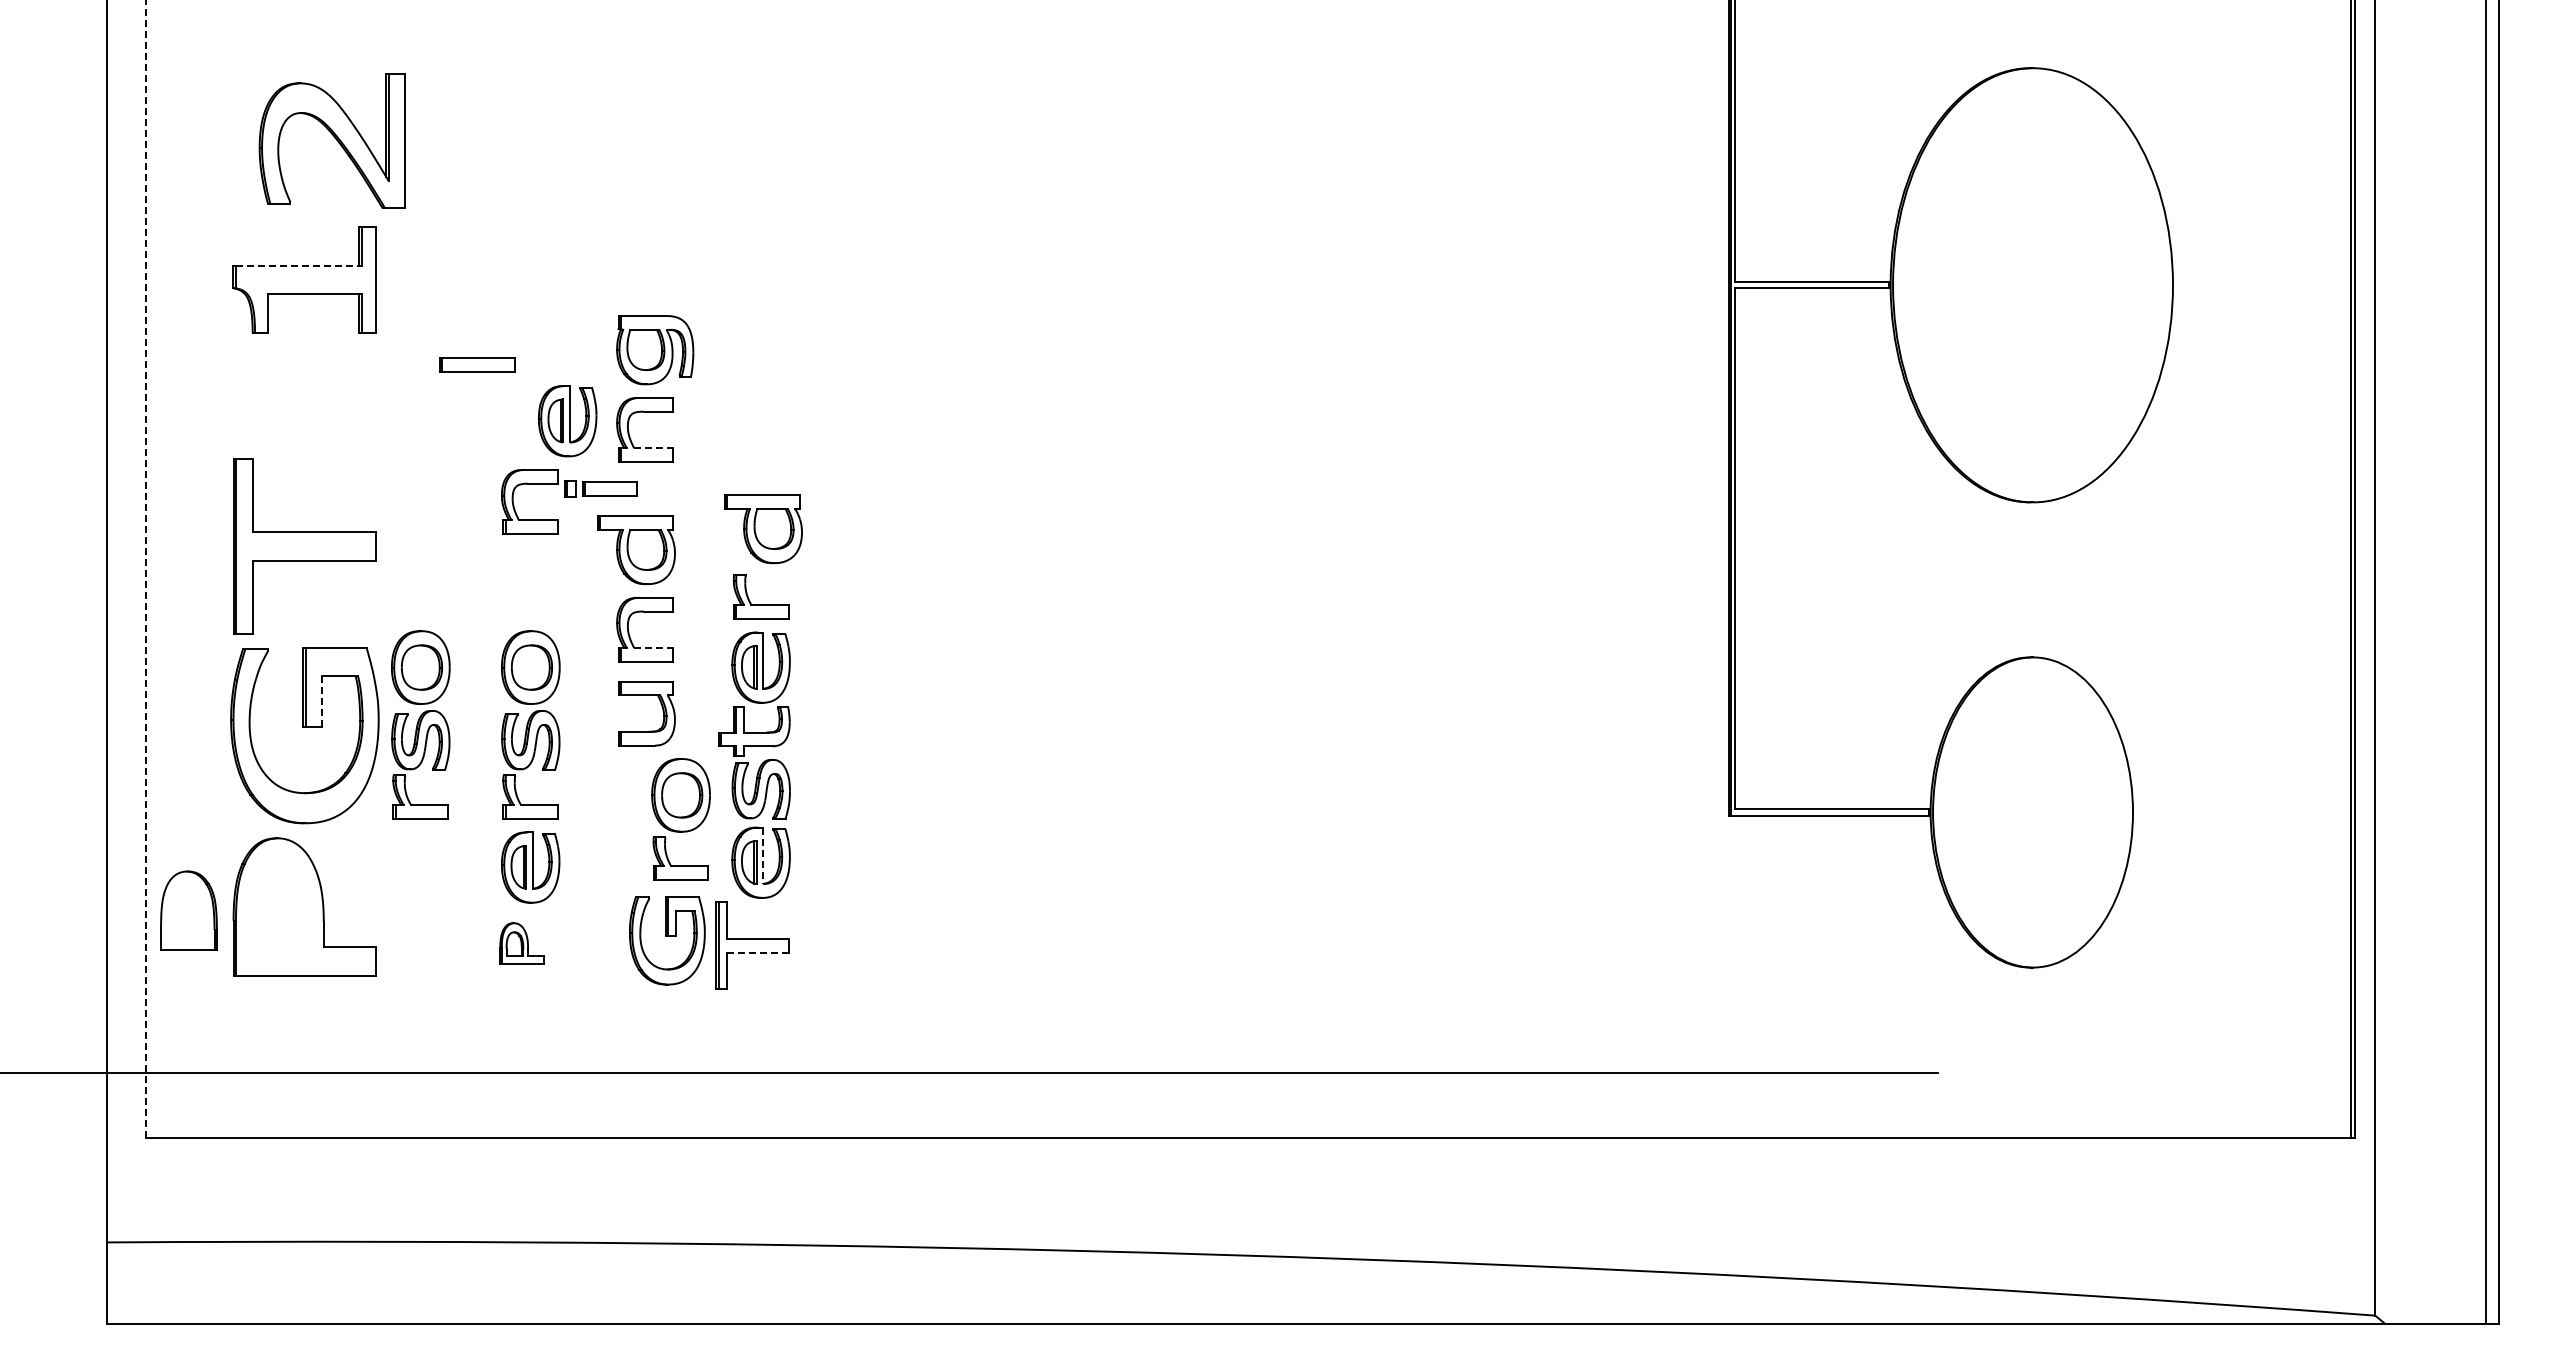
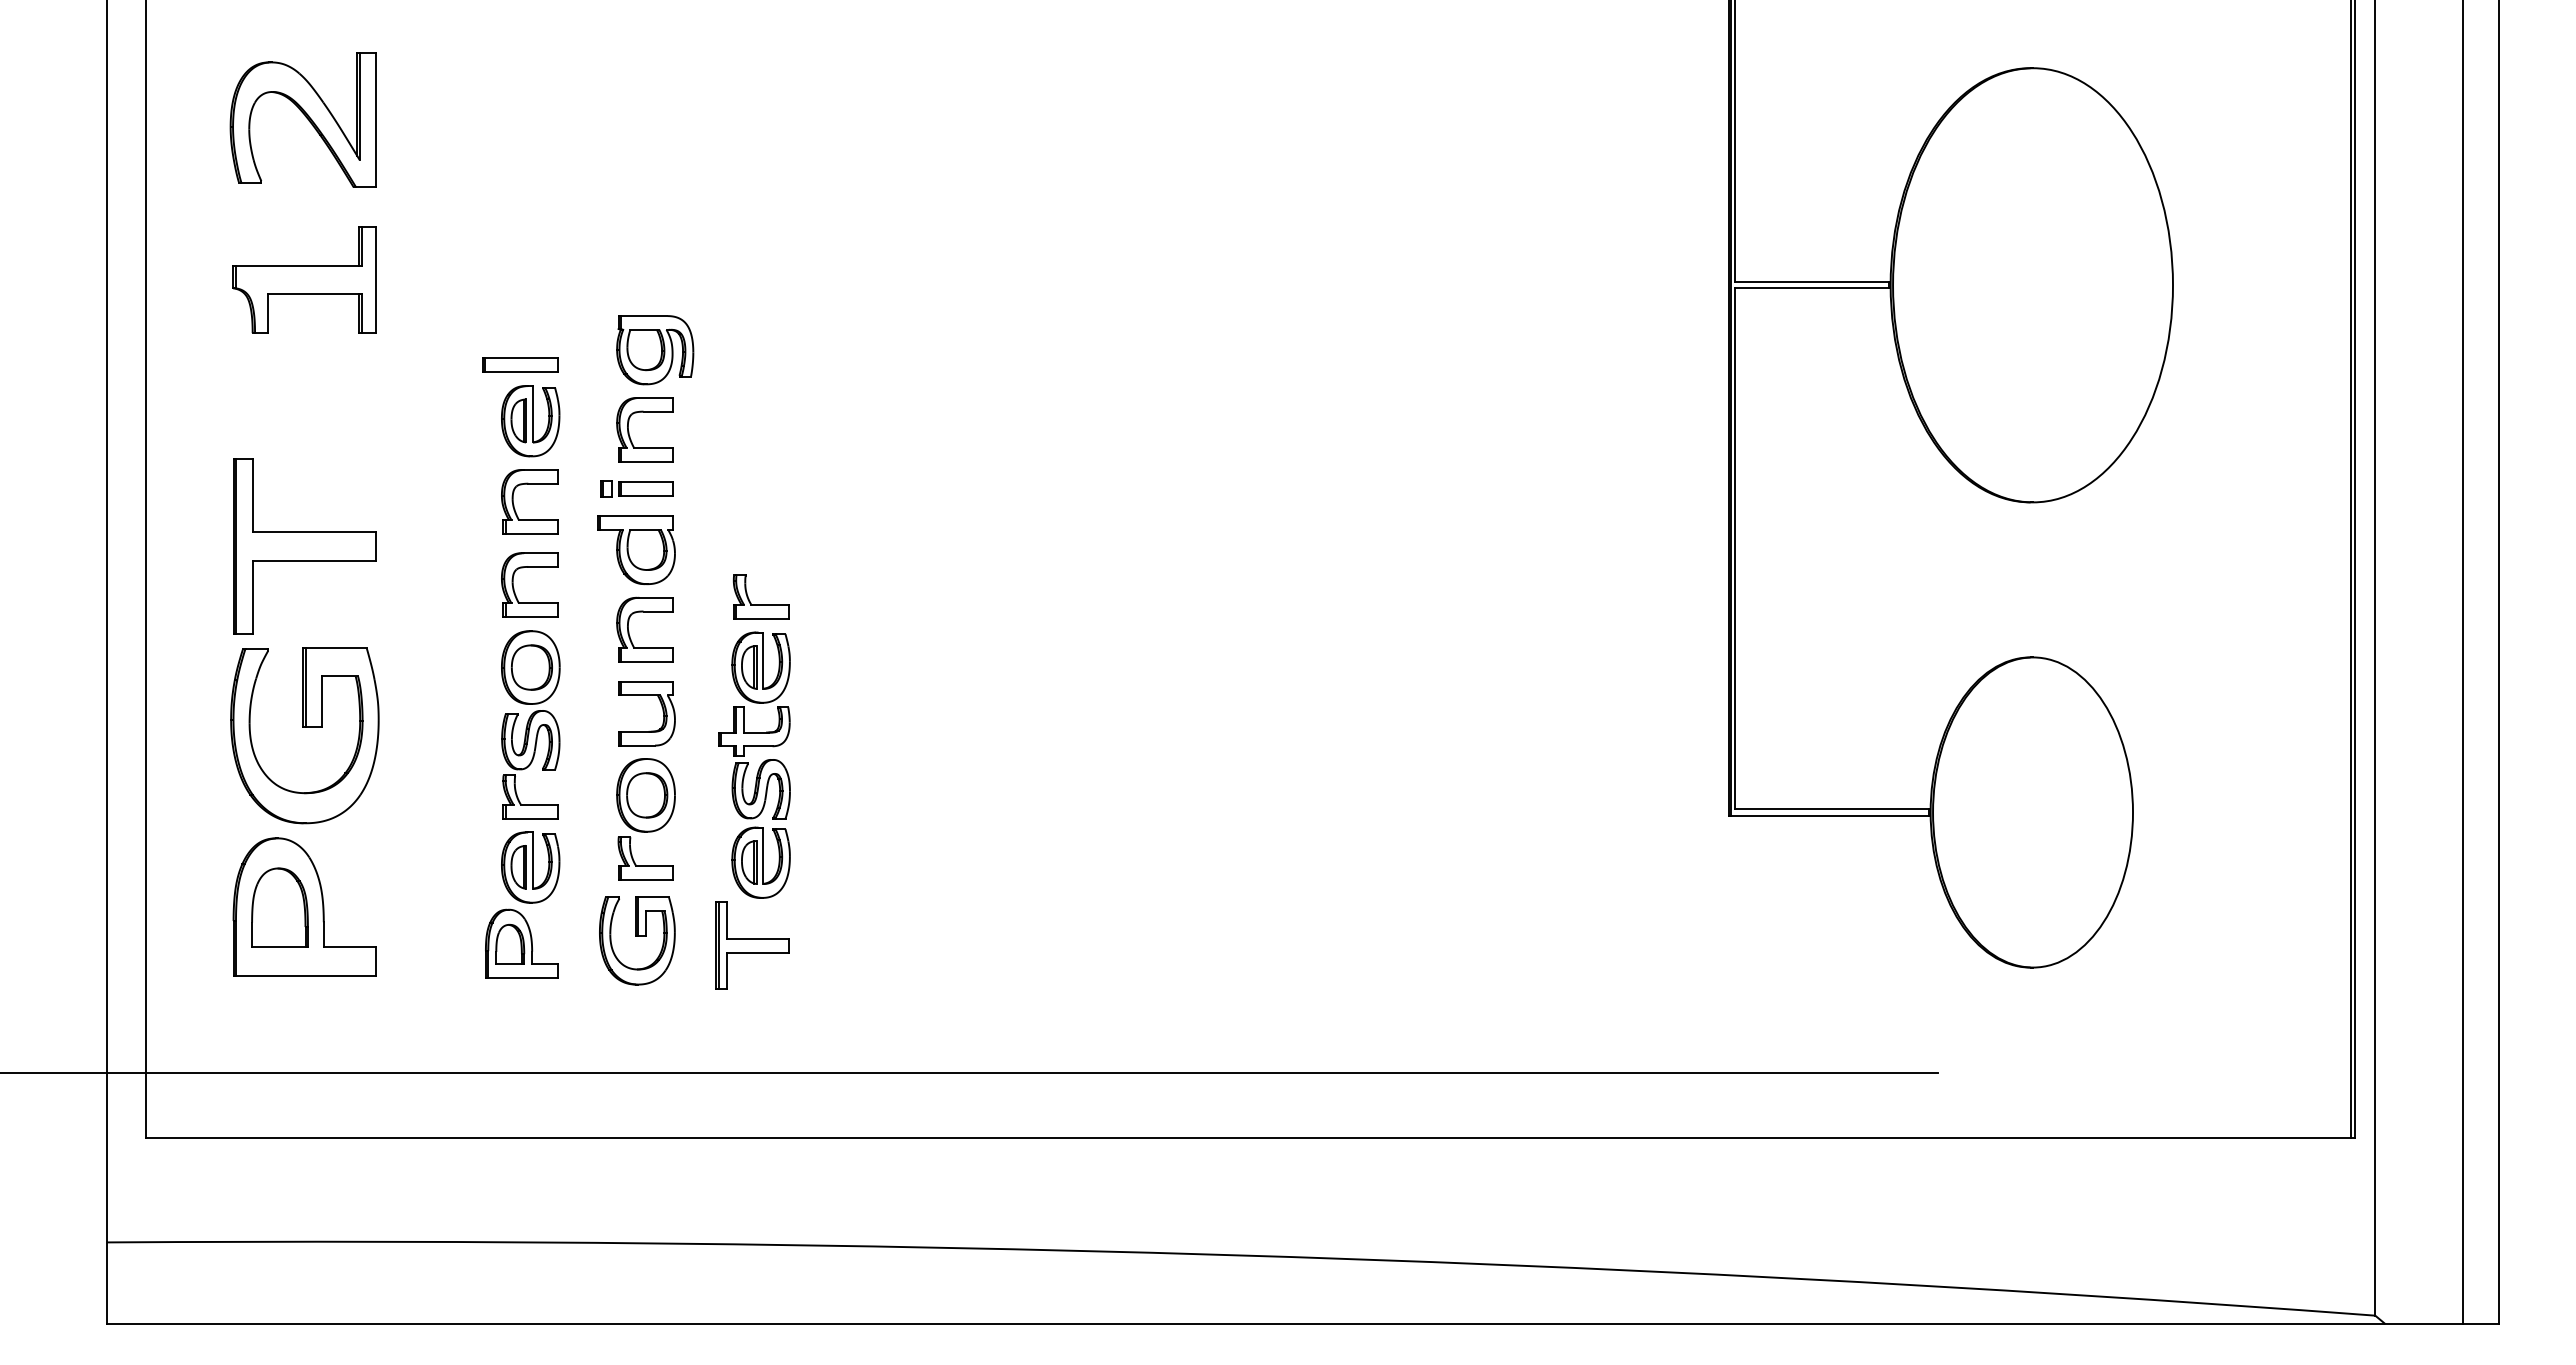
part at (331, 140) position: (331, 140) -> (302, 119)
line at (299, 265): dashed -> solid
part at (477, 364) position: (477, 364) -> (520, 364)
part at (567, 421) position: (567, 421) -> (530, 421)
line at (653, 448): dashed -> solid
part at (600, 488) position: (600, 488) -> (636, 488)
part at (763, 529): present -> none
line at (145, 569): dashed -> solid
part at (514, 588): none -> present
line at (653, 648): dashed -> solid
line at (2486, 663) position: (2486, 663) -> (2463, 663)
line at (321, 702): dashed -> solid
part at (420, 724): present -> none
part at (680, 819) position: (680, 819) -> (645, 819)
line at (763, 856): dashed -> solid
part at (188, 910) position: (188, 910) -> (279, 907)
part at (667, 940) position: (667, 940) -> (637, 940)
part at (521, 943) size: 46x43 px -> 74x71 px
line at (757, 953): dashed -> solid
